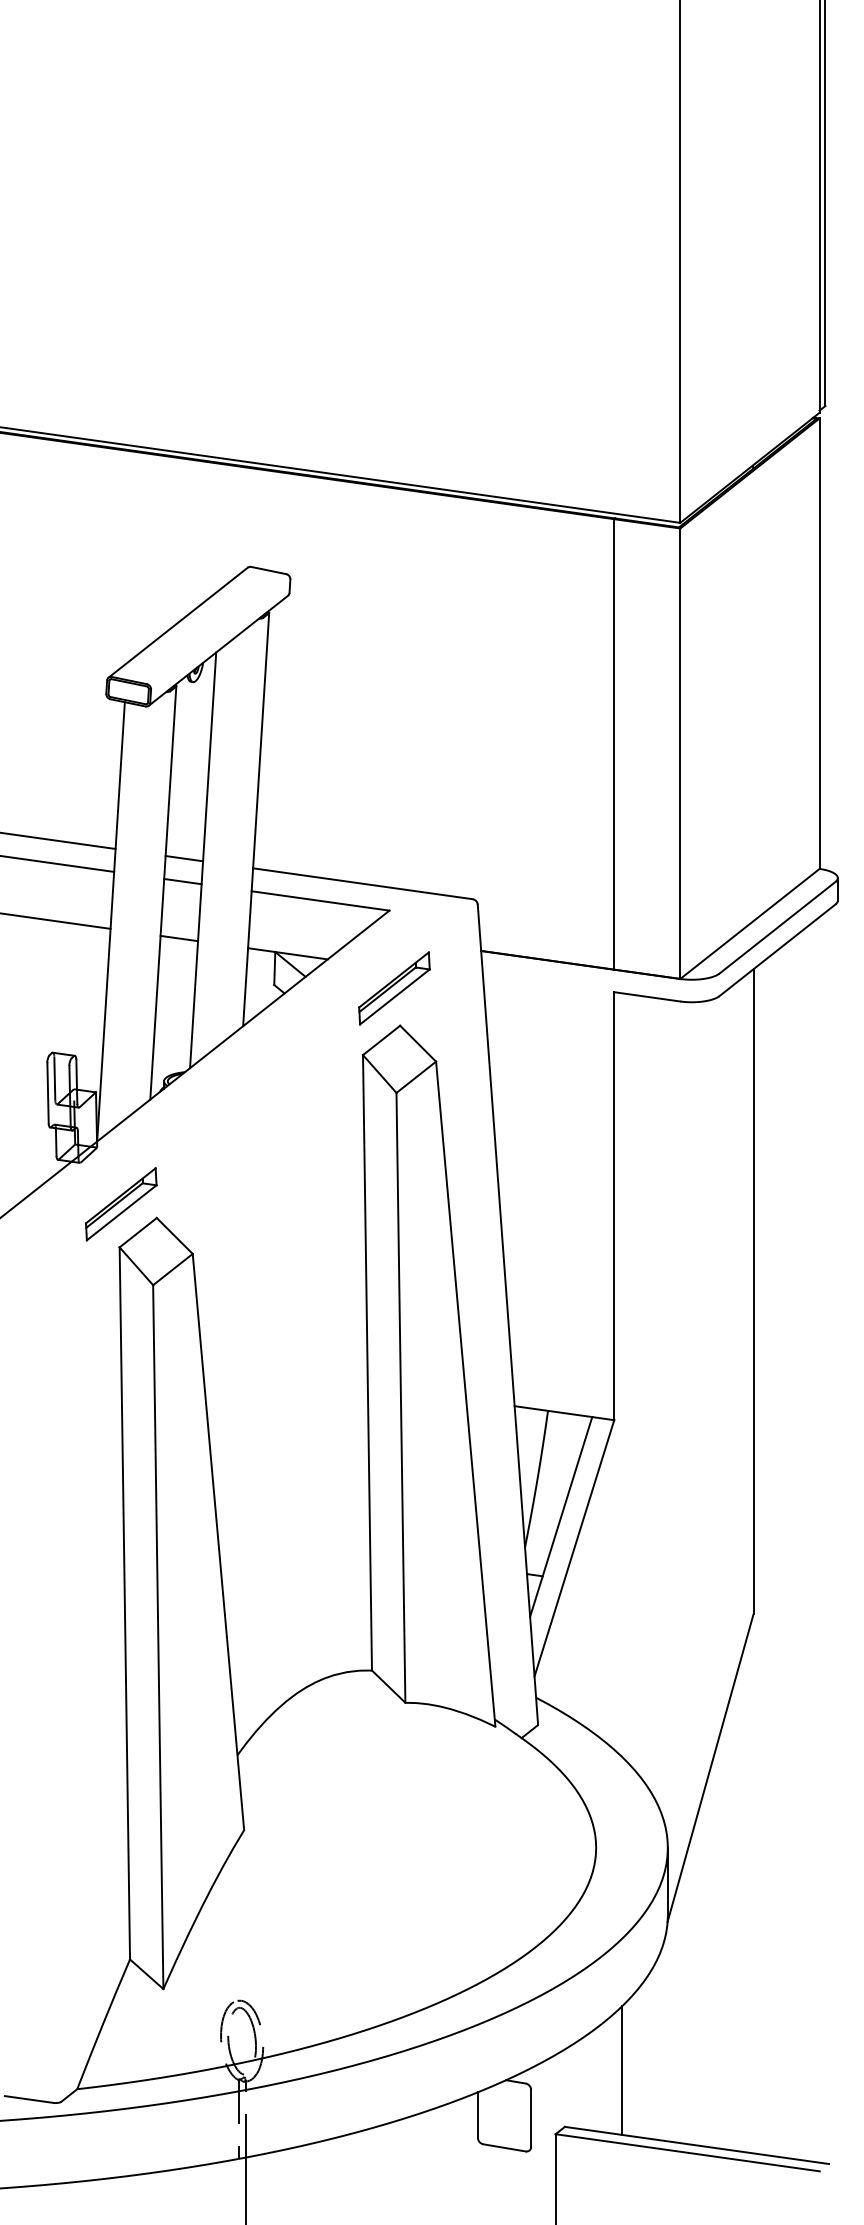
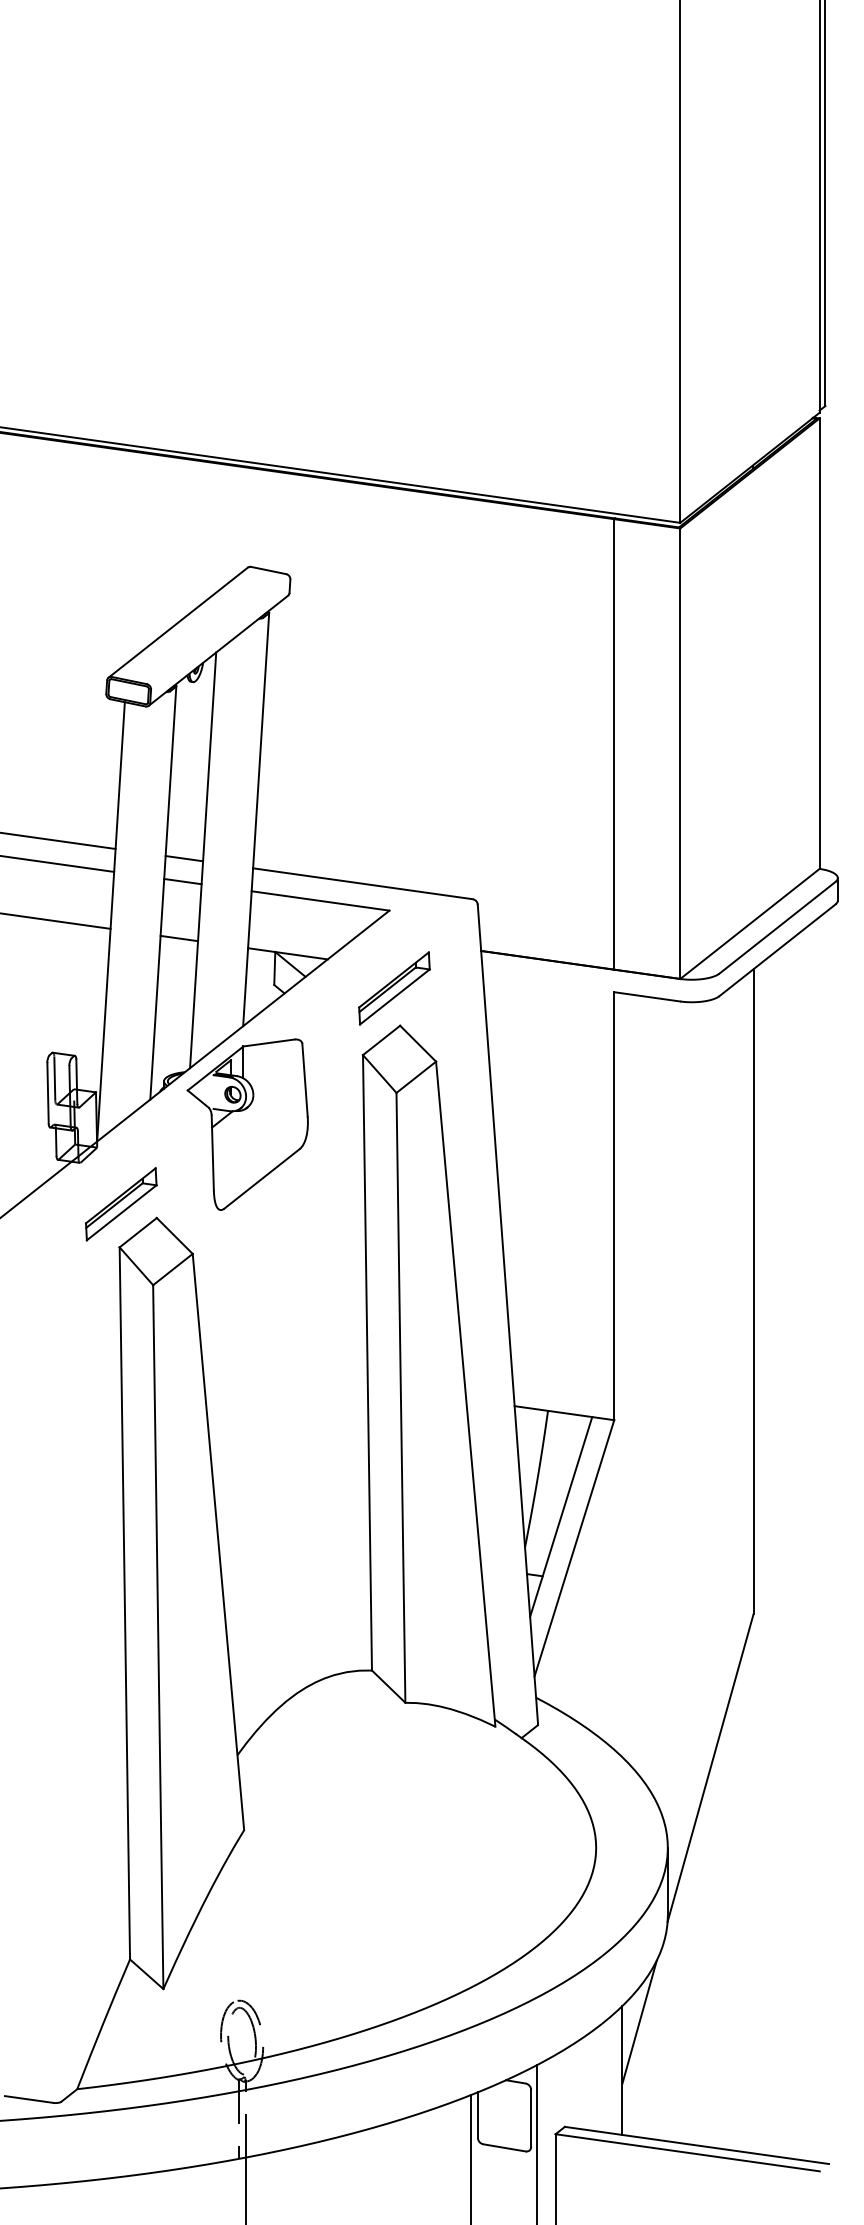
part at (247, 1124): none -> present
line at (639, 2021): none -> present
line at (537, 2143): none -> present
line at (470, 2158): none -> present
